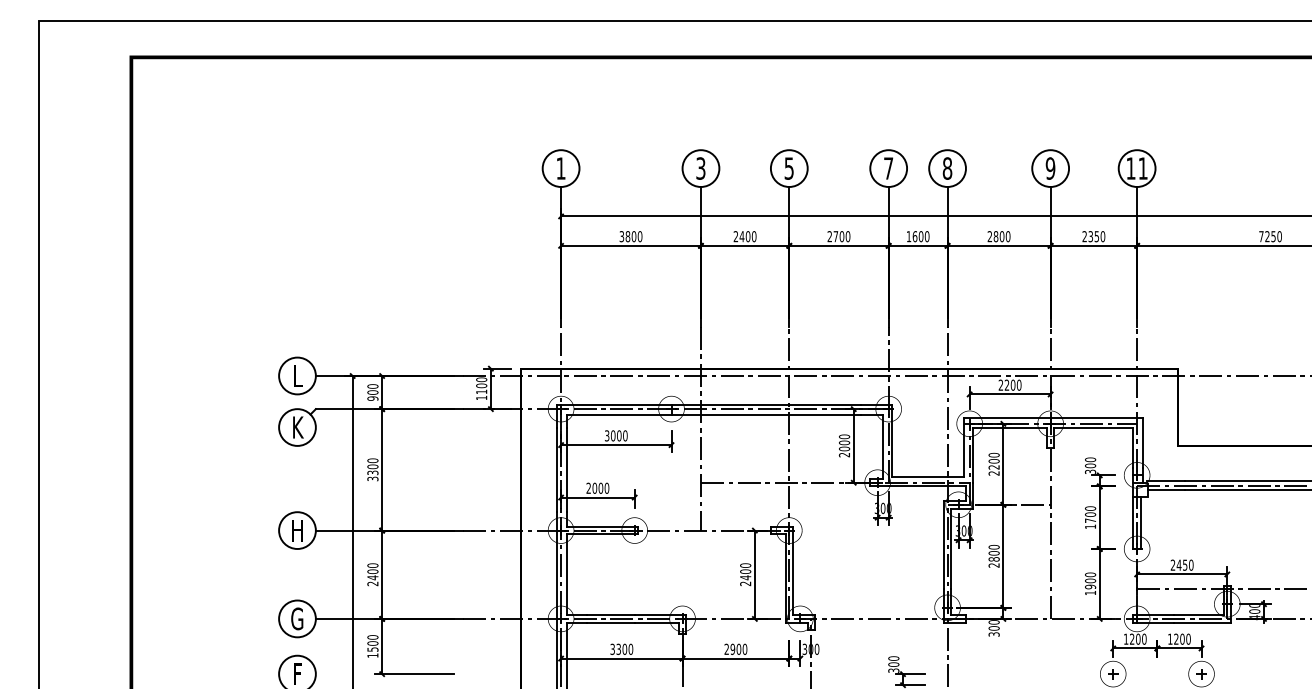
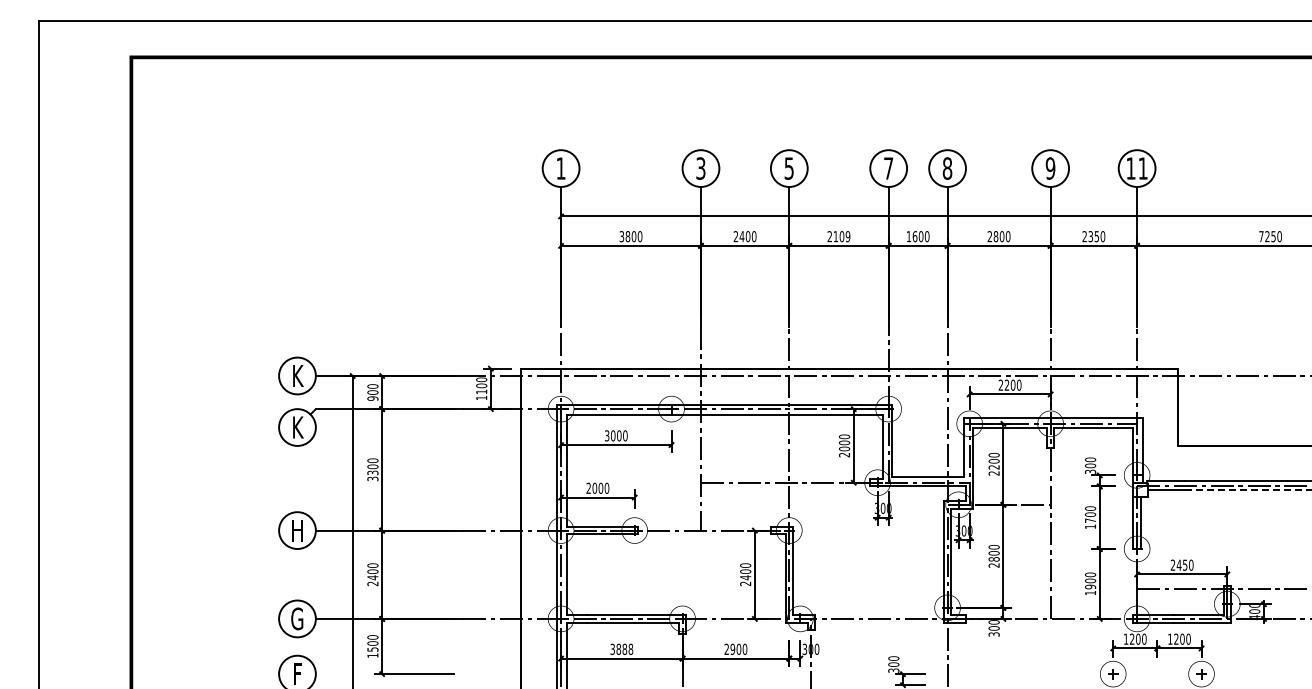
text at (841, 236): 2700 -> 2109
text at (298, 375): L -> K
line at (1248, 490): solid -> dashed
text at (624, 648): 3300 -> 3888
